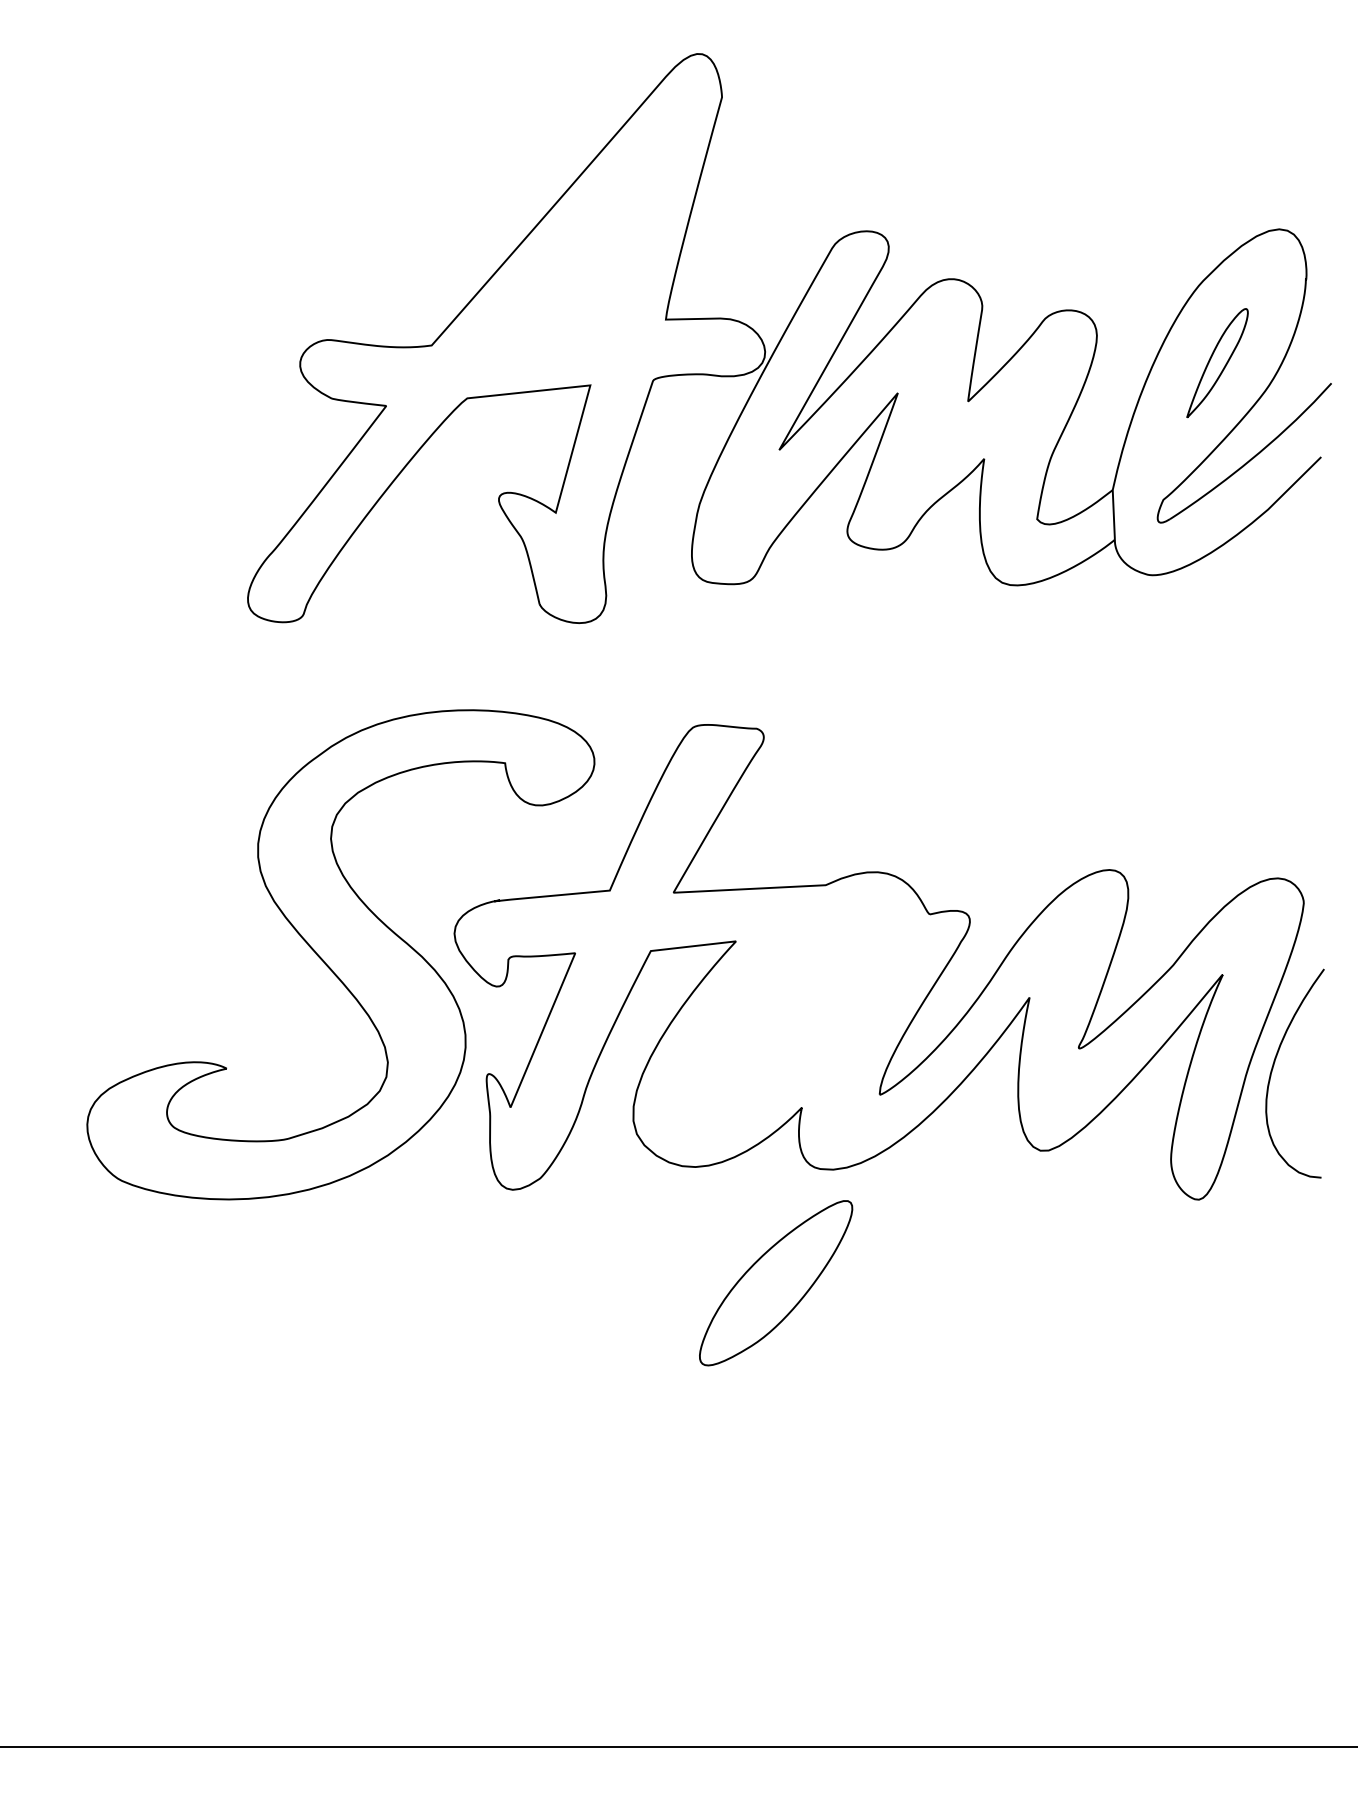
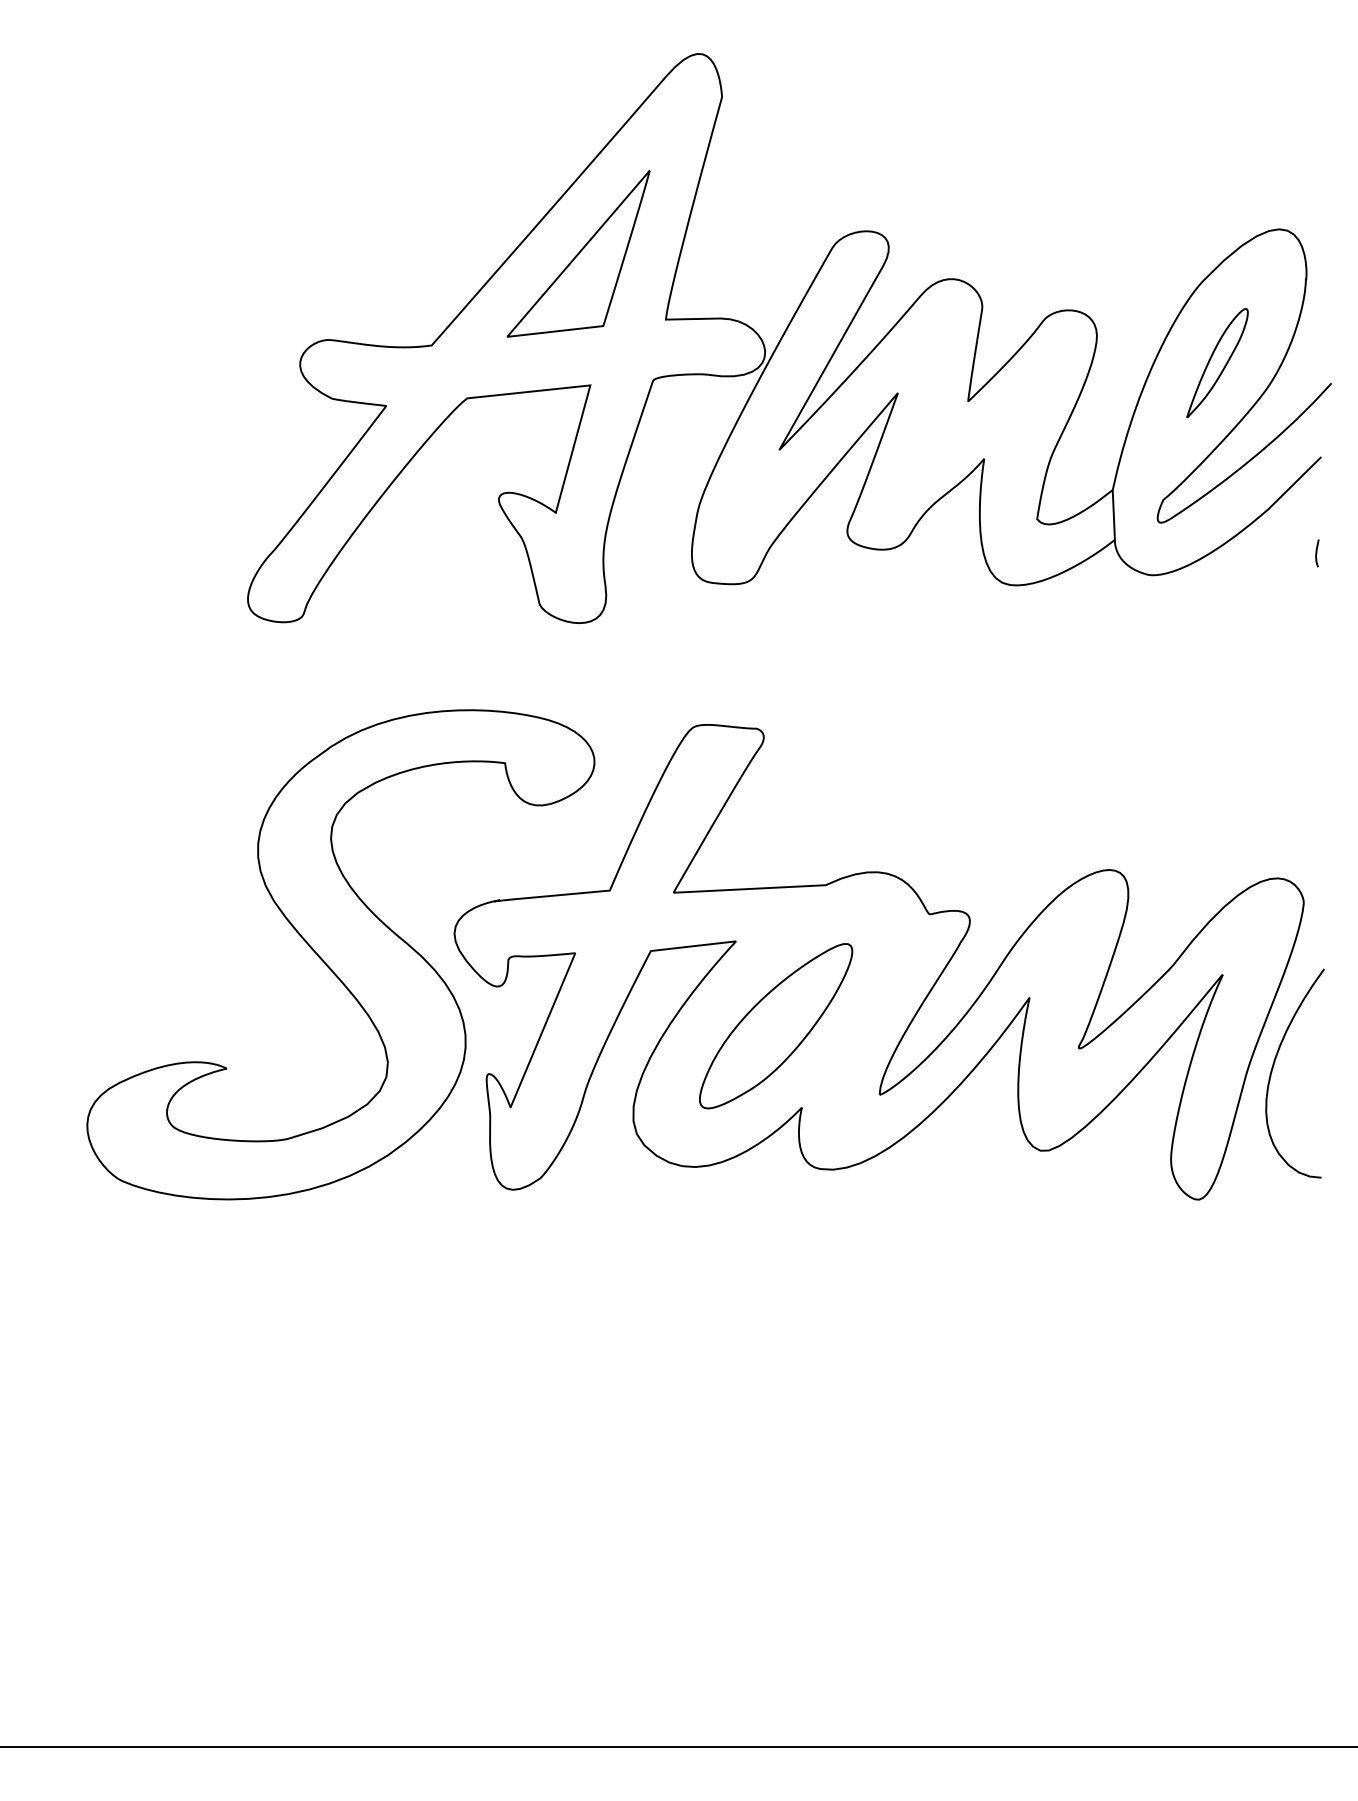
part at (578, 253): none -> present
line at (1317, 553): none -> present
part at (776, 1283) position: (776, 1283) -> (776, 1026)
